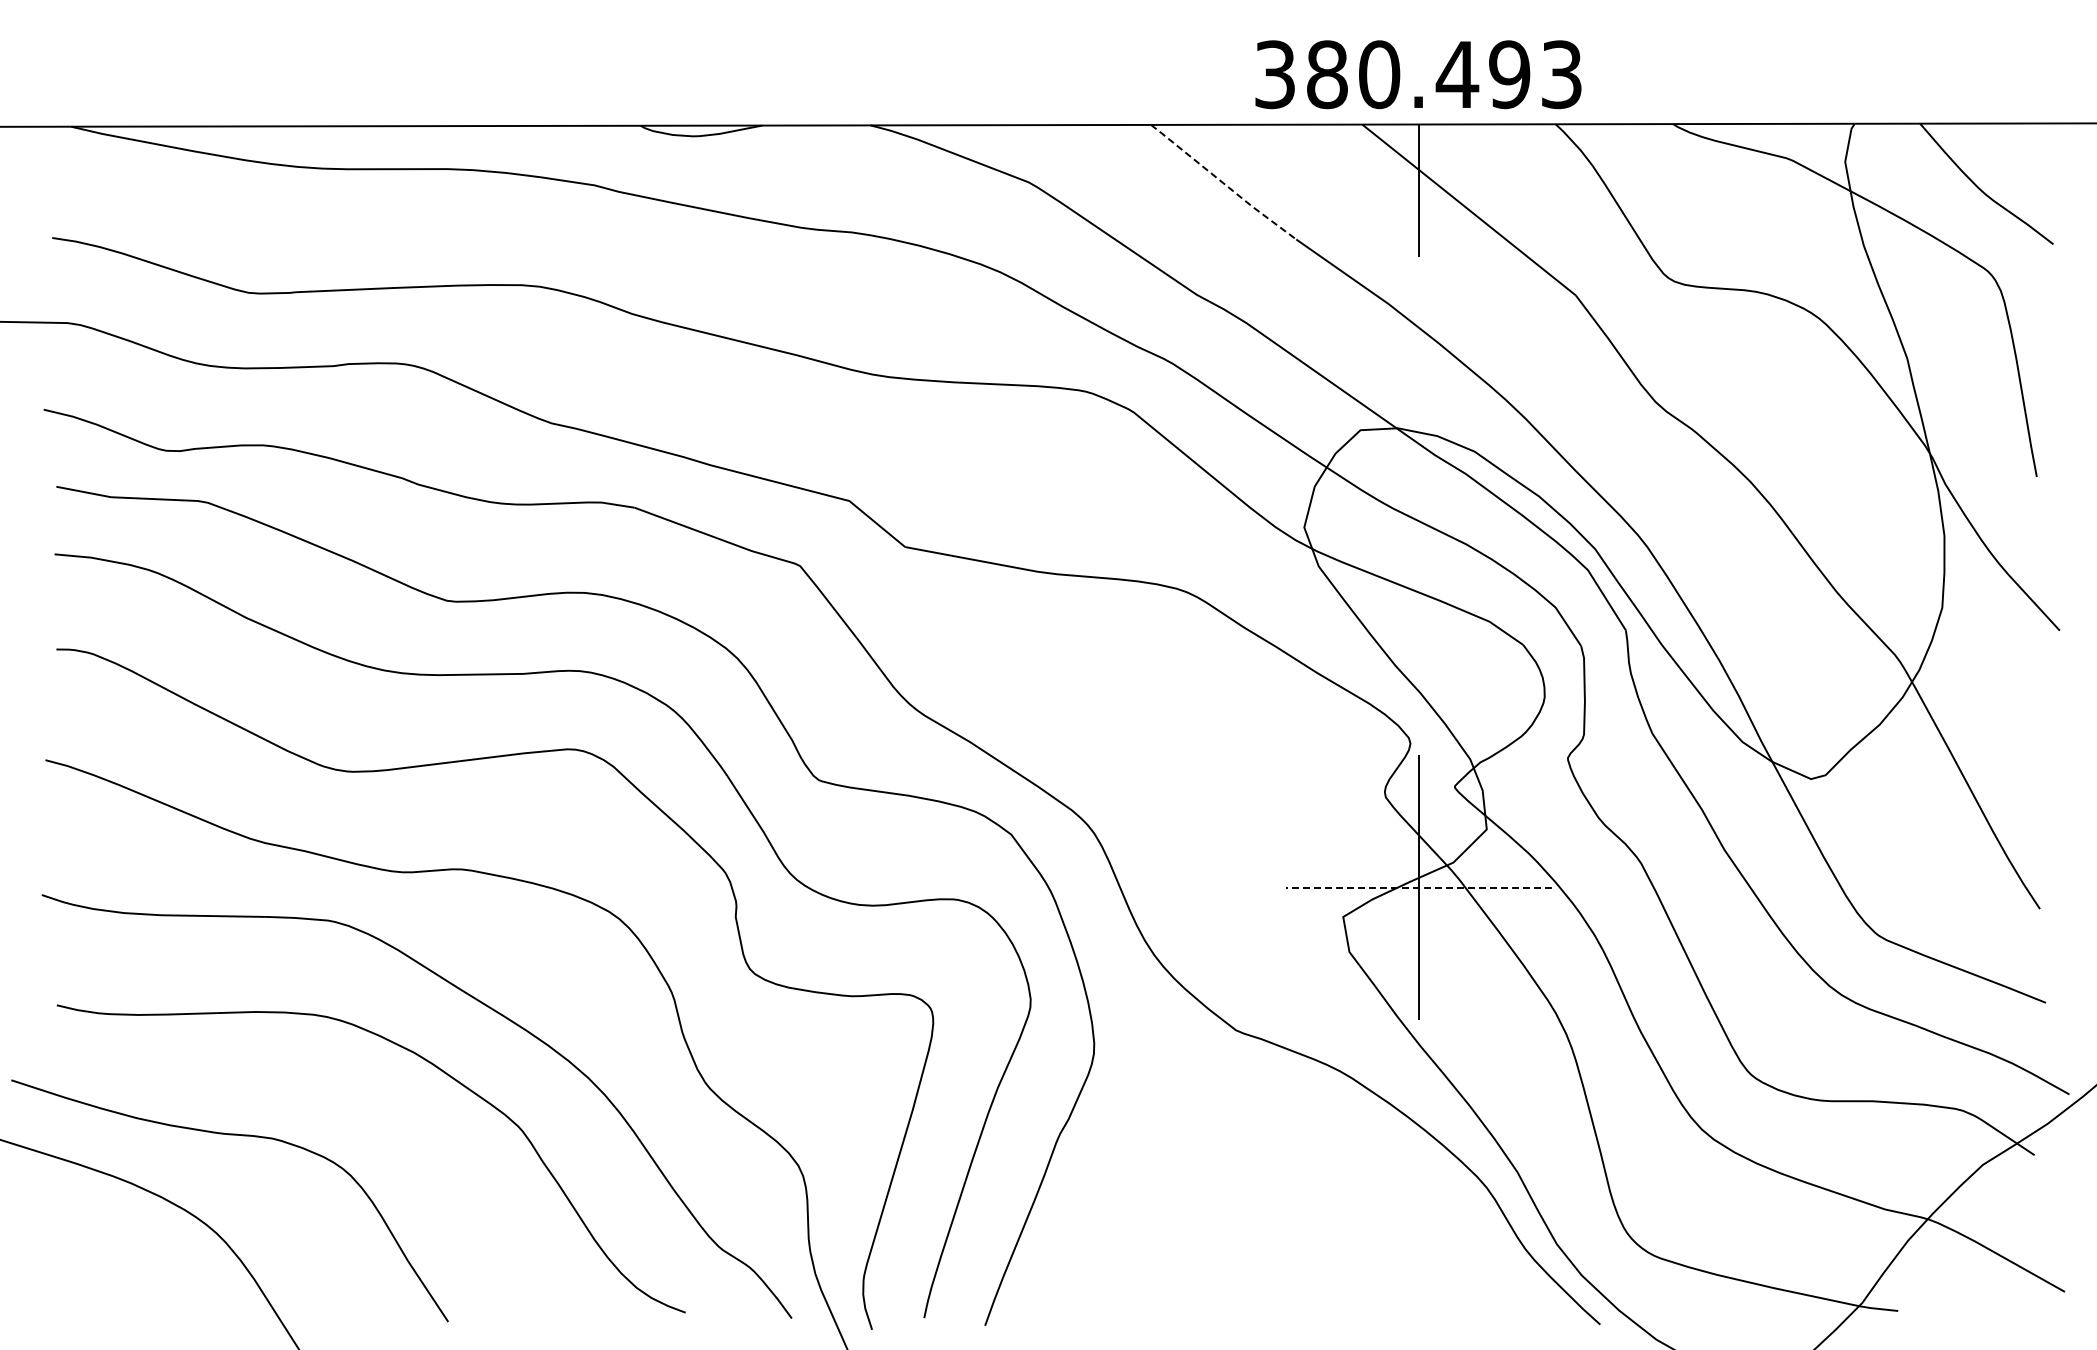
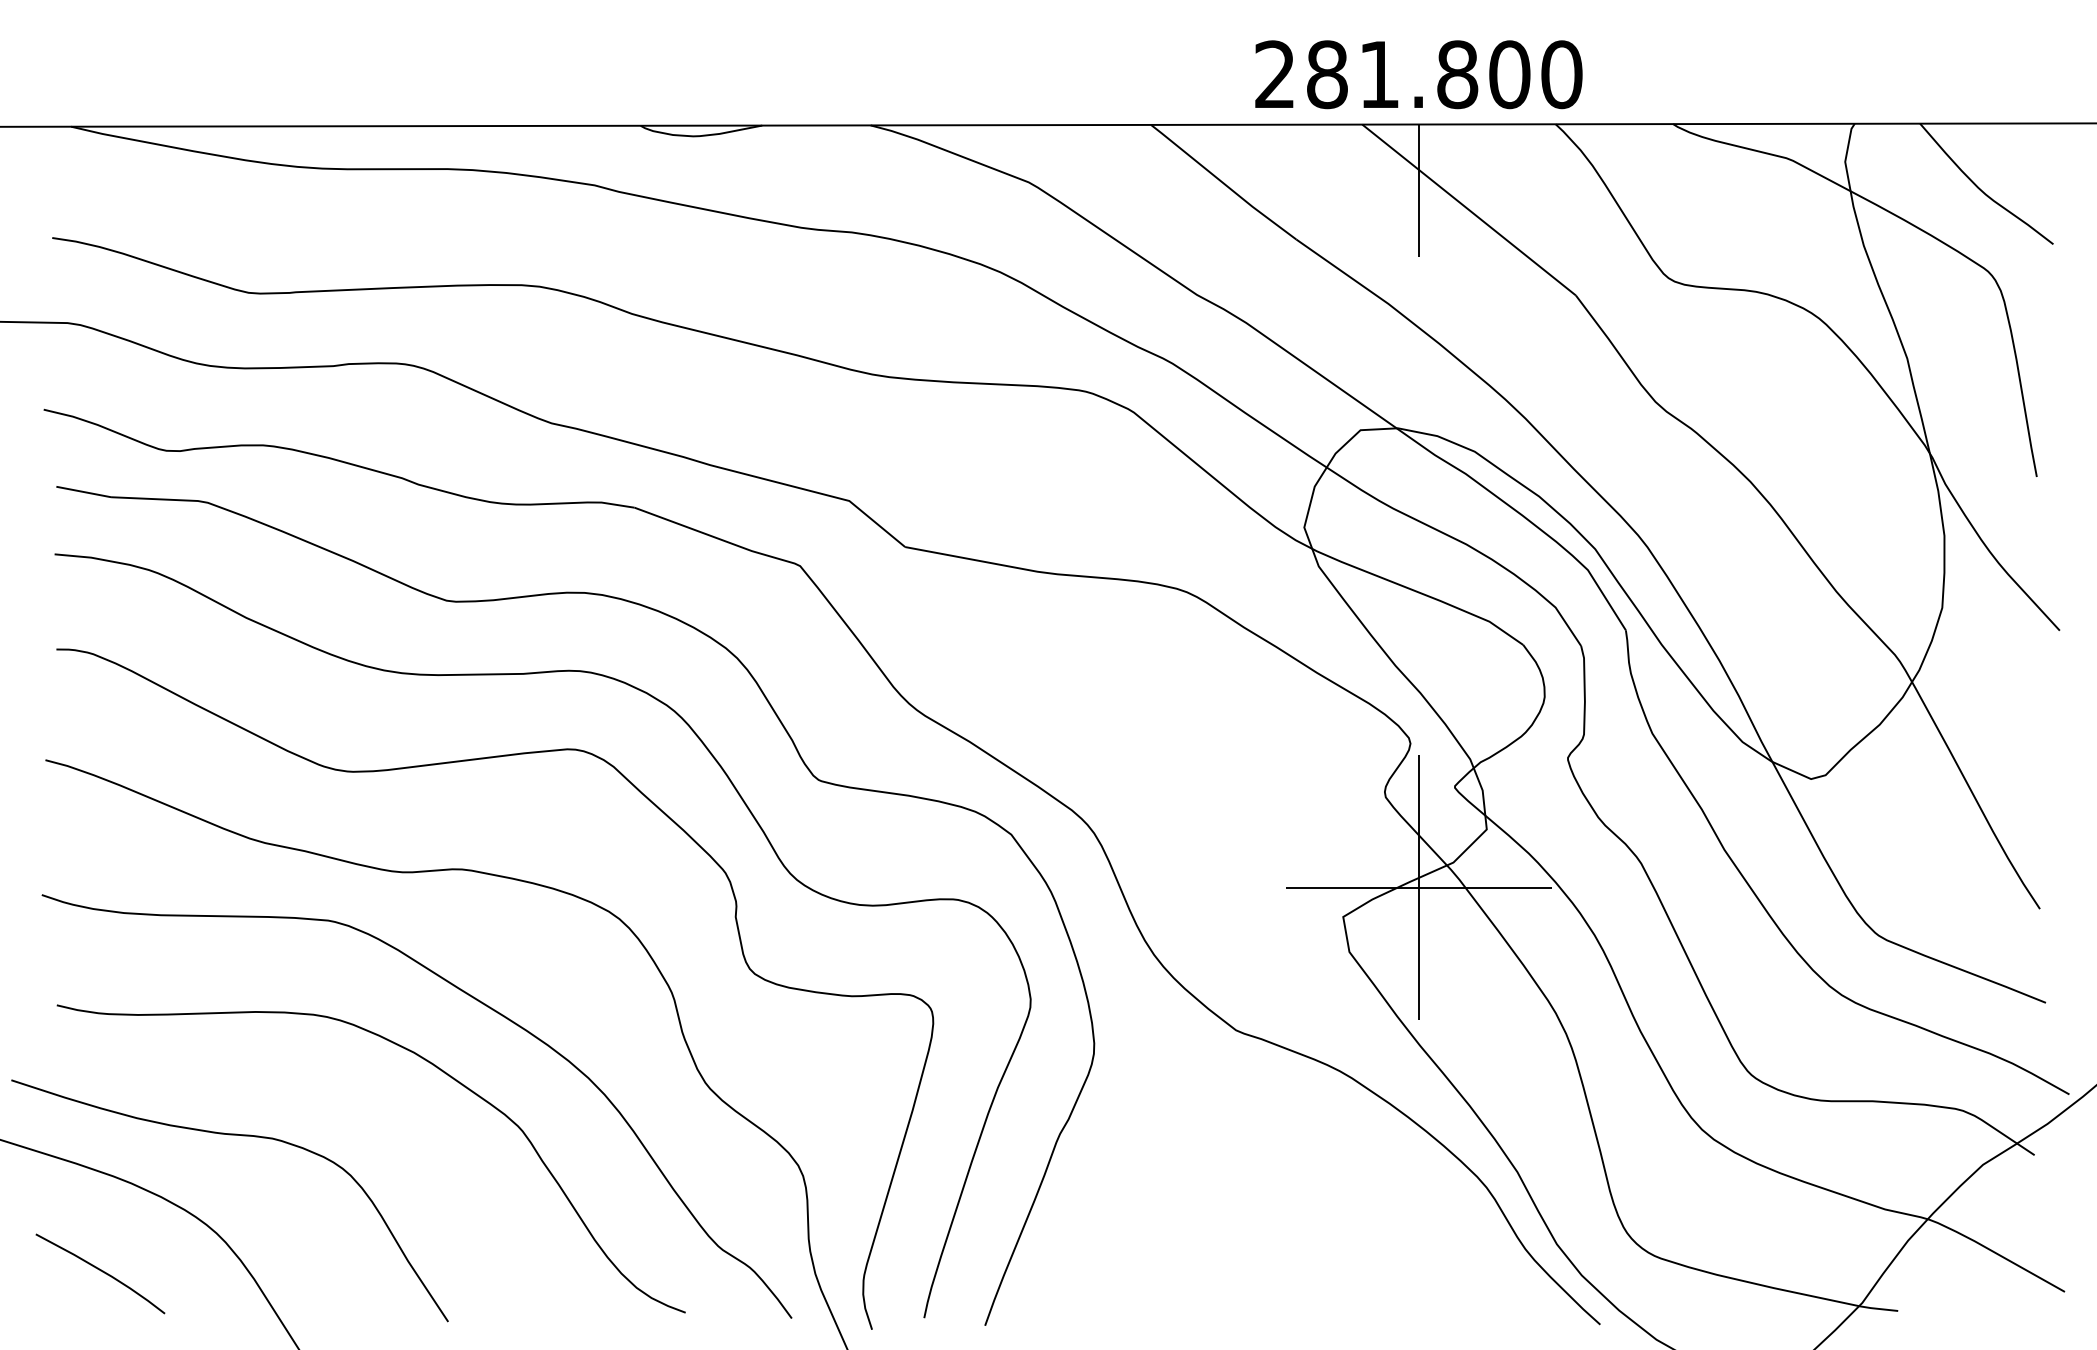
text at (1418, 74): 380.493 -> 281.800
line at (1223, 183): dashed -> solid
line at (1418, 887): dashed -> solid
curve at (100, 1271): none -> present
